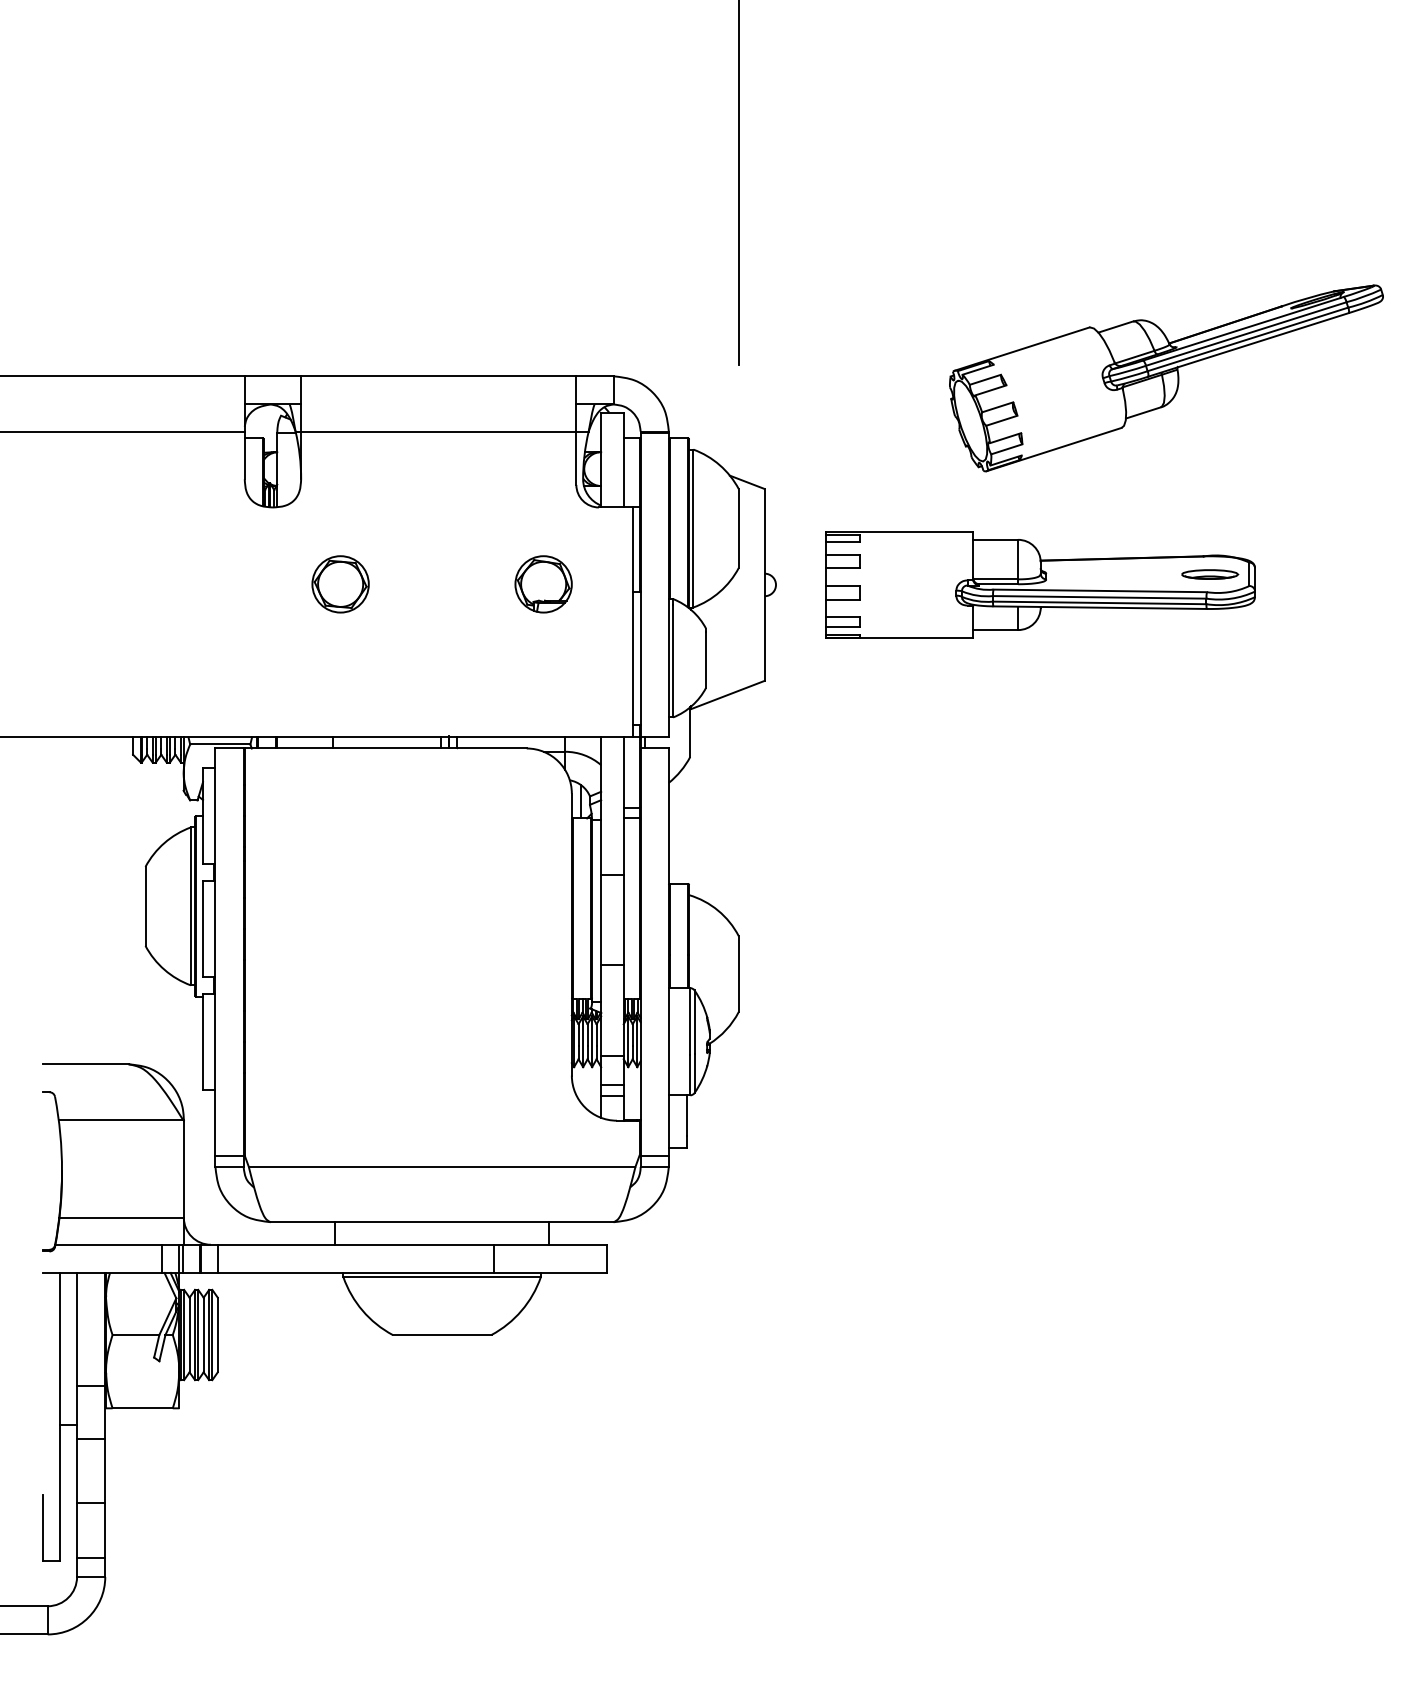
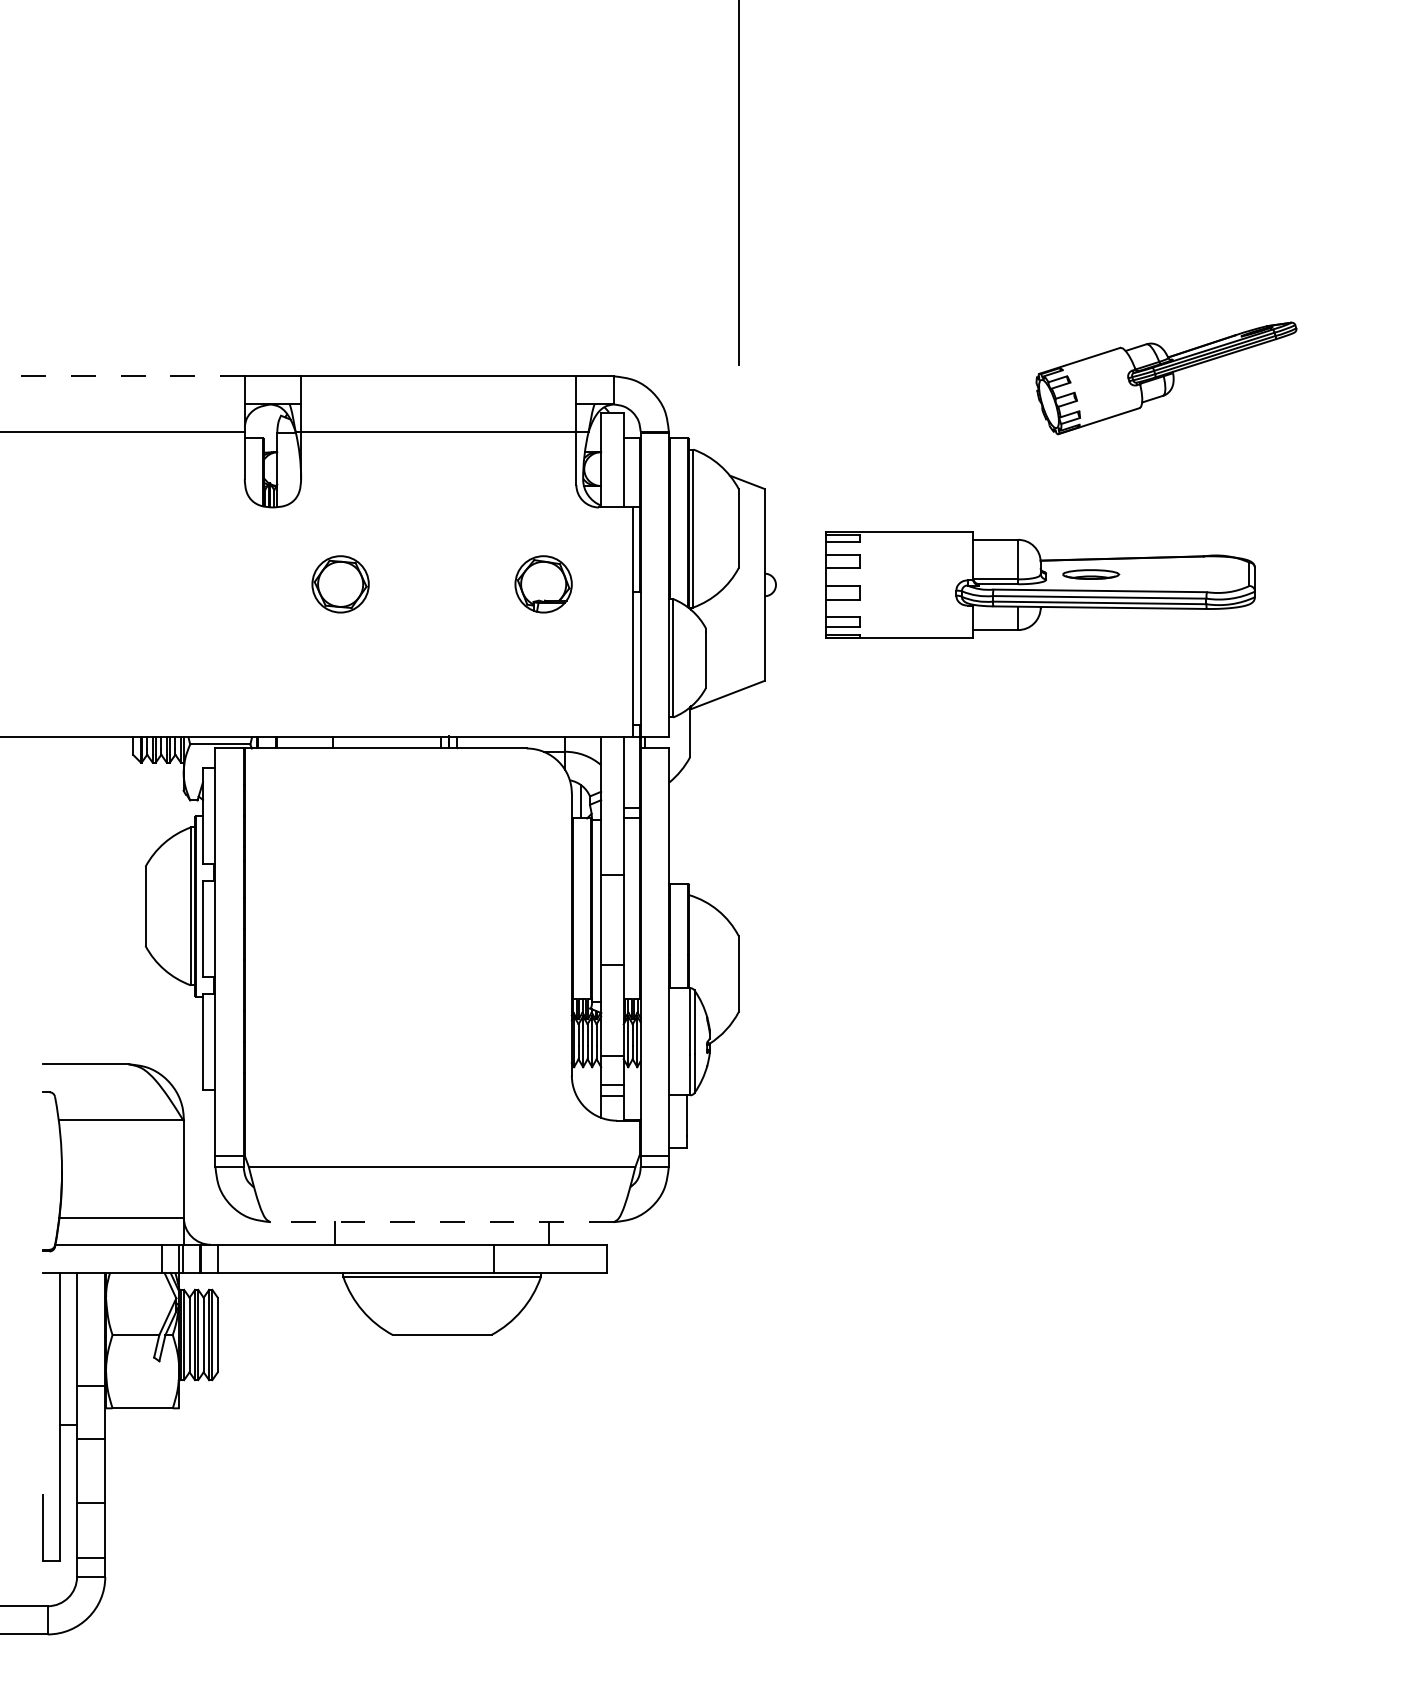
line at (122, 376): solid -> dashed
part at (1166, 378) size: 435x189 px -> 263x115 px
part at (1210, 574) position: (1210, 574) -> (1091, 574)
line at (441, 1222): solid -> dashed
